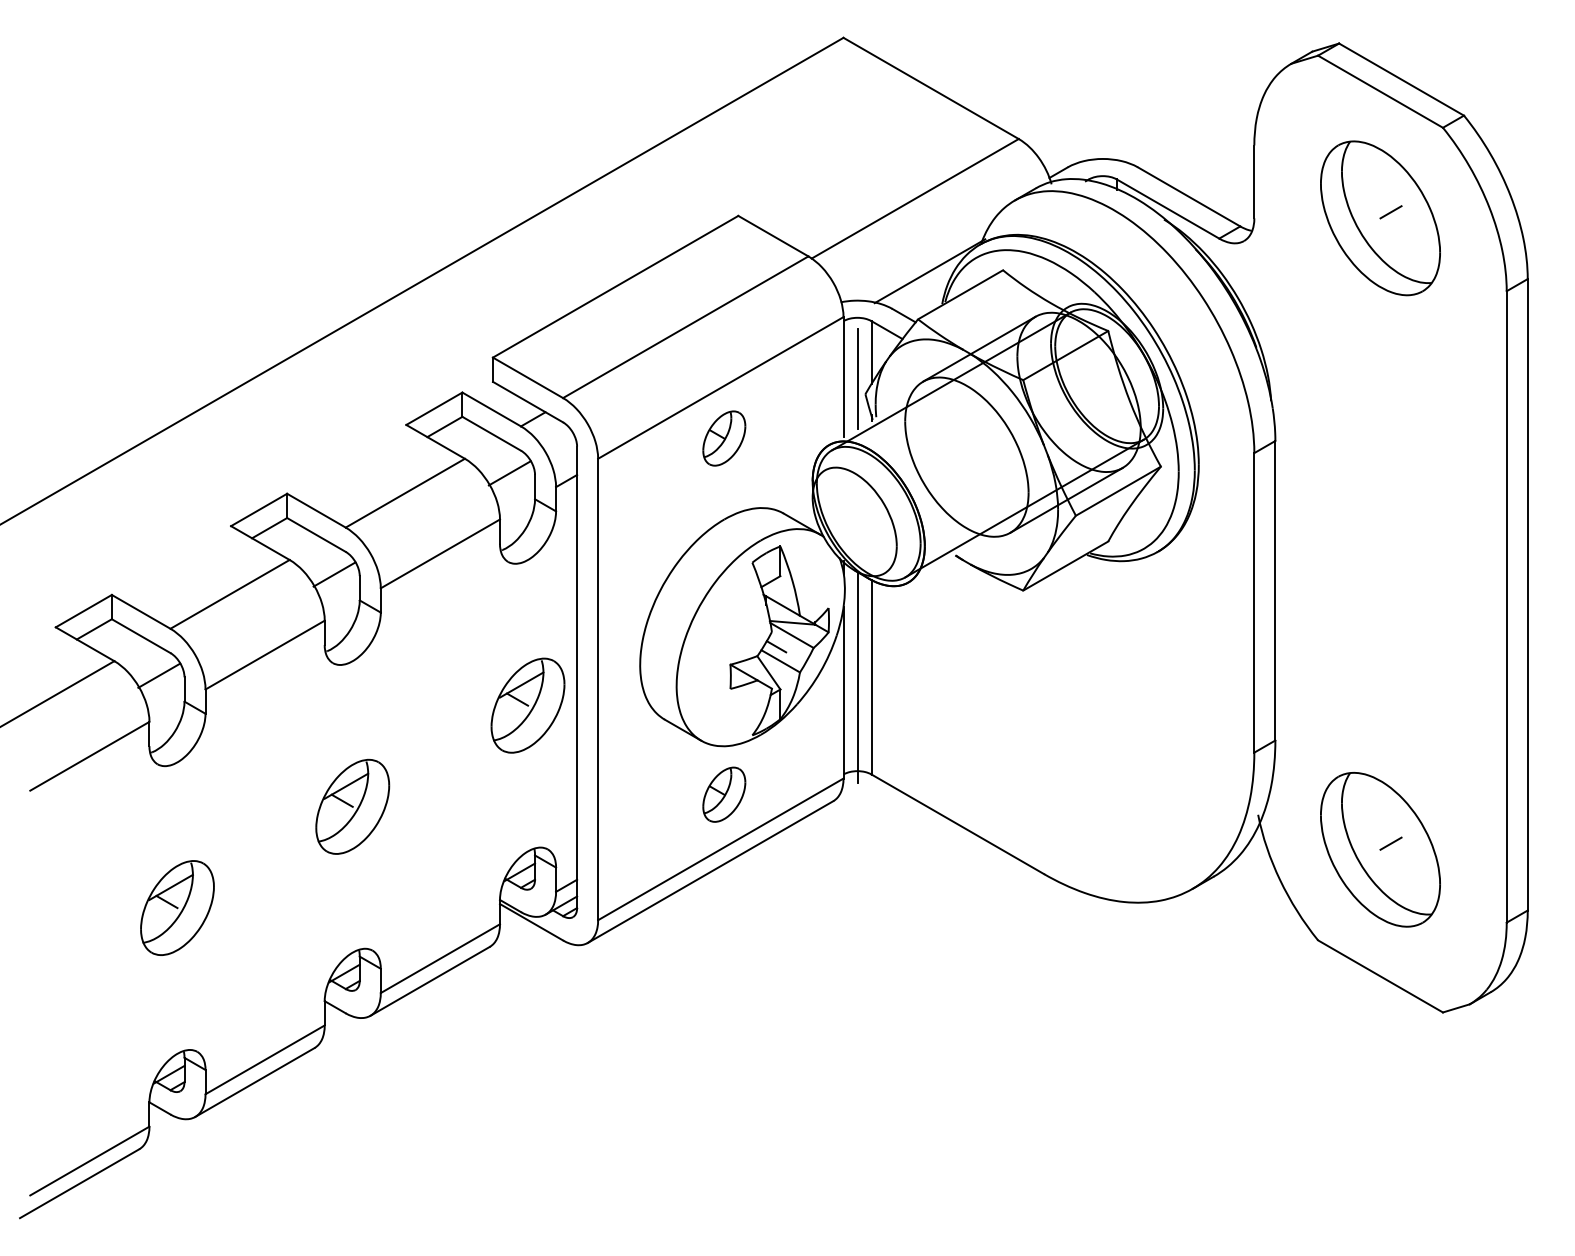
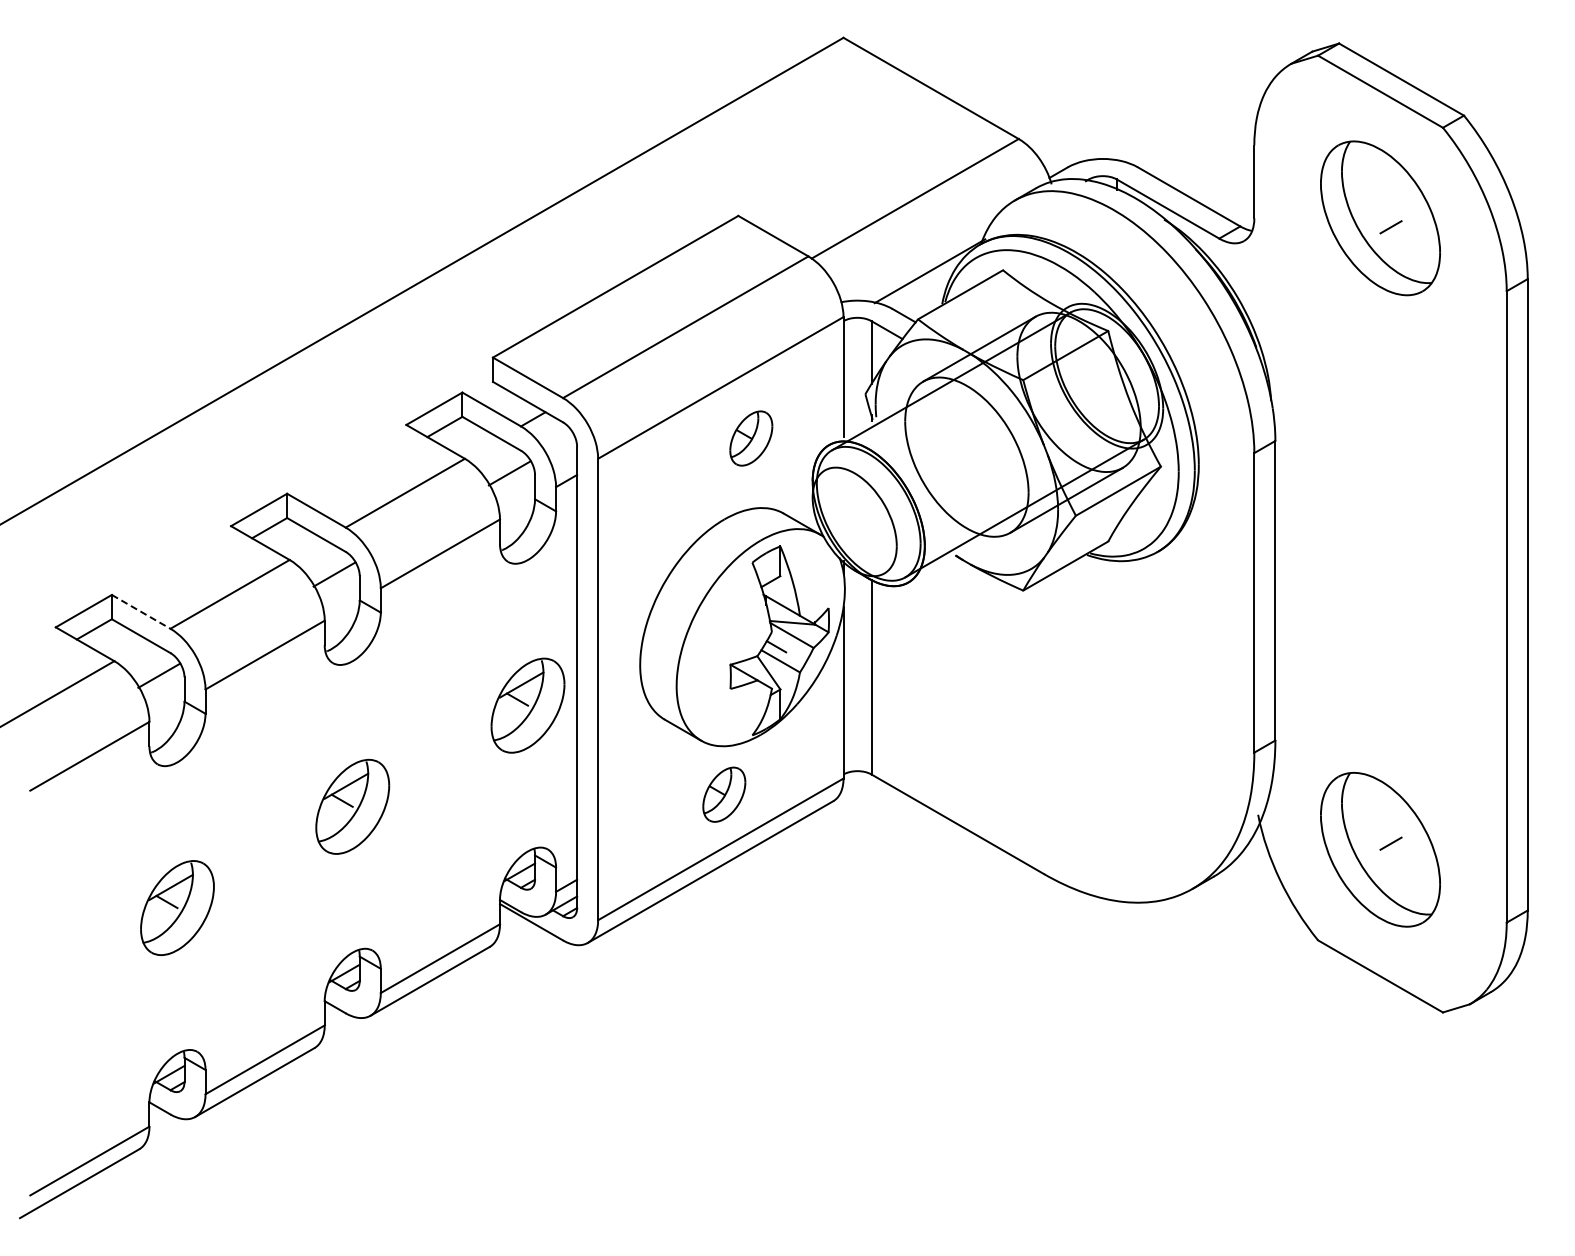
line at (1390, 212) position: (1390, 212) -> (1390, 227)
line at (857, 378): present -> none
part at (724, 438) position: (724, 438) -> (751, 438)
line at (141, 611): solid -> dashed
line at (857, 677): present -> none
